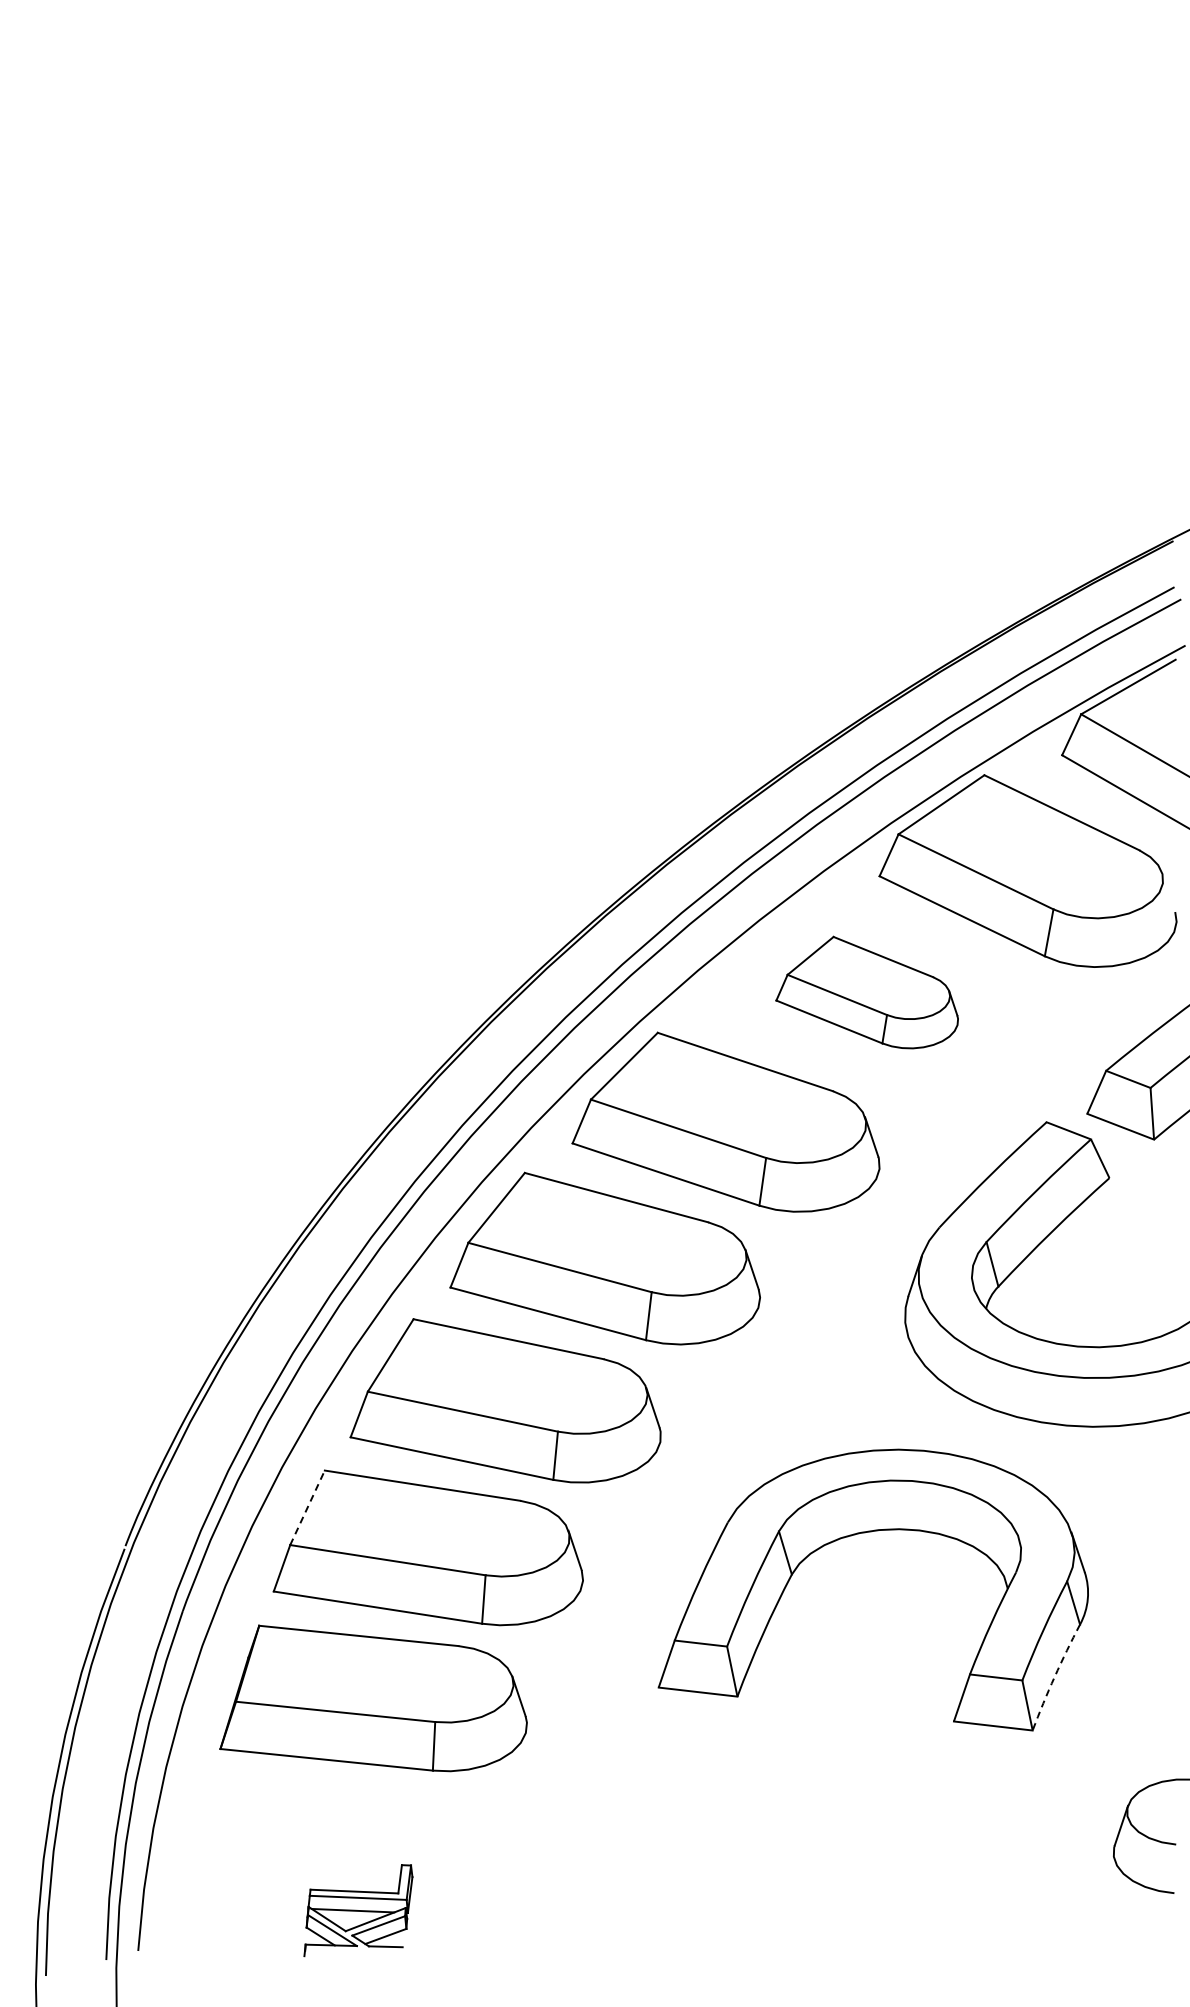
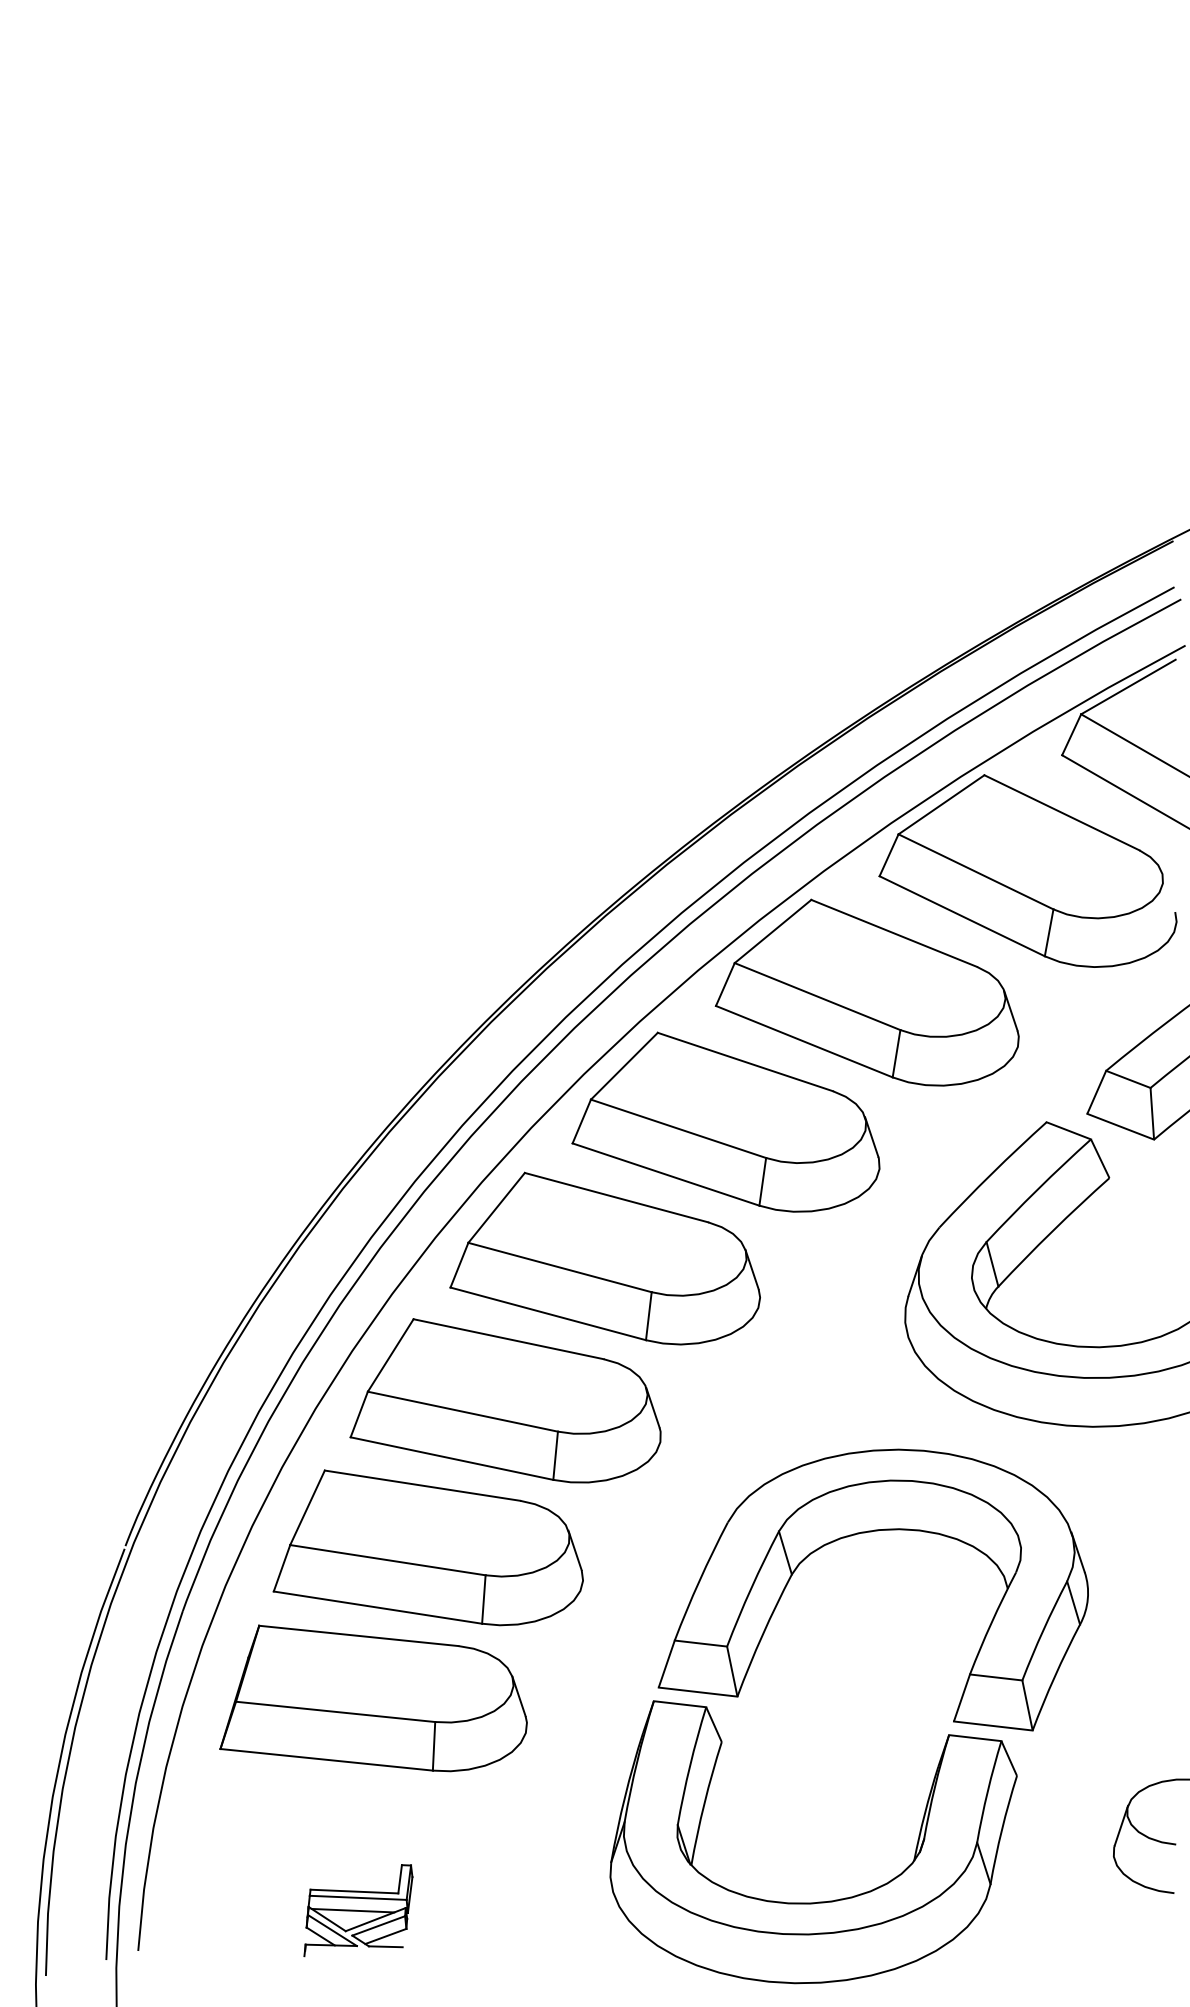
part at (866, 992) size: 184x115 px -> 306x189 px
line at (307, 1507): dashed -> solid
arc at (1054, 1676): dashed -> solid
part at (818, 1901): none -> present
